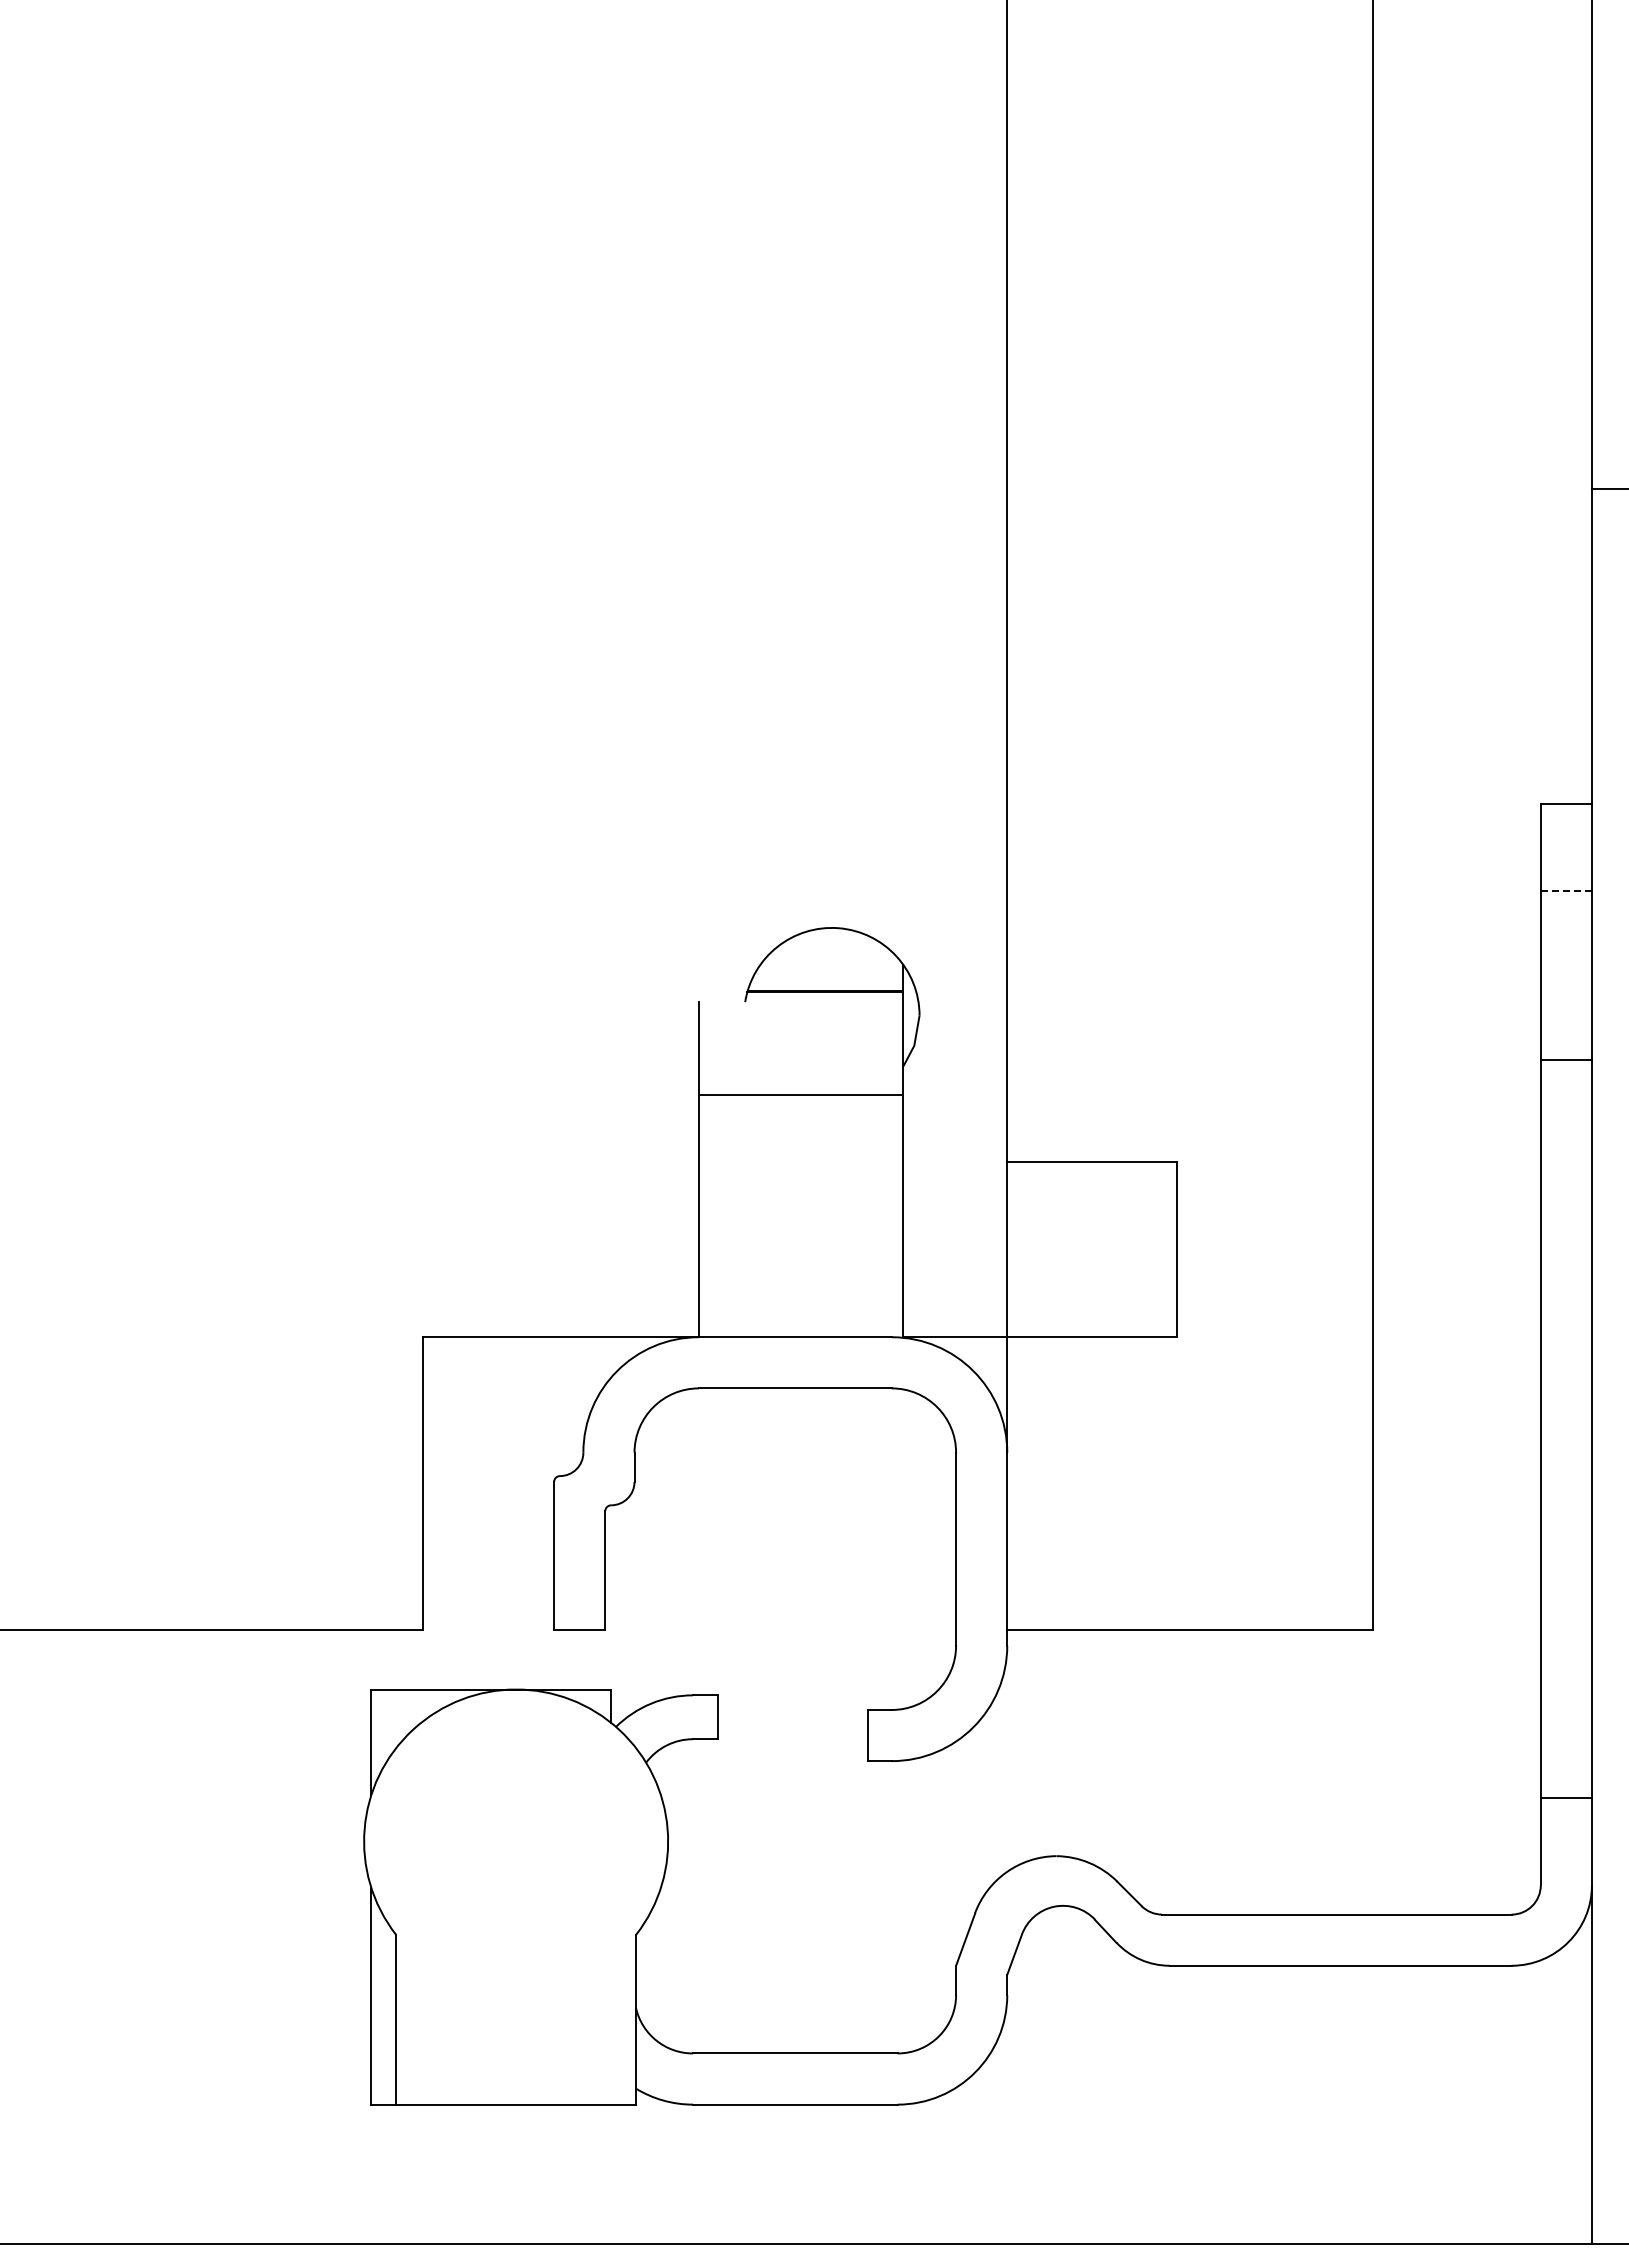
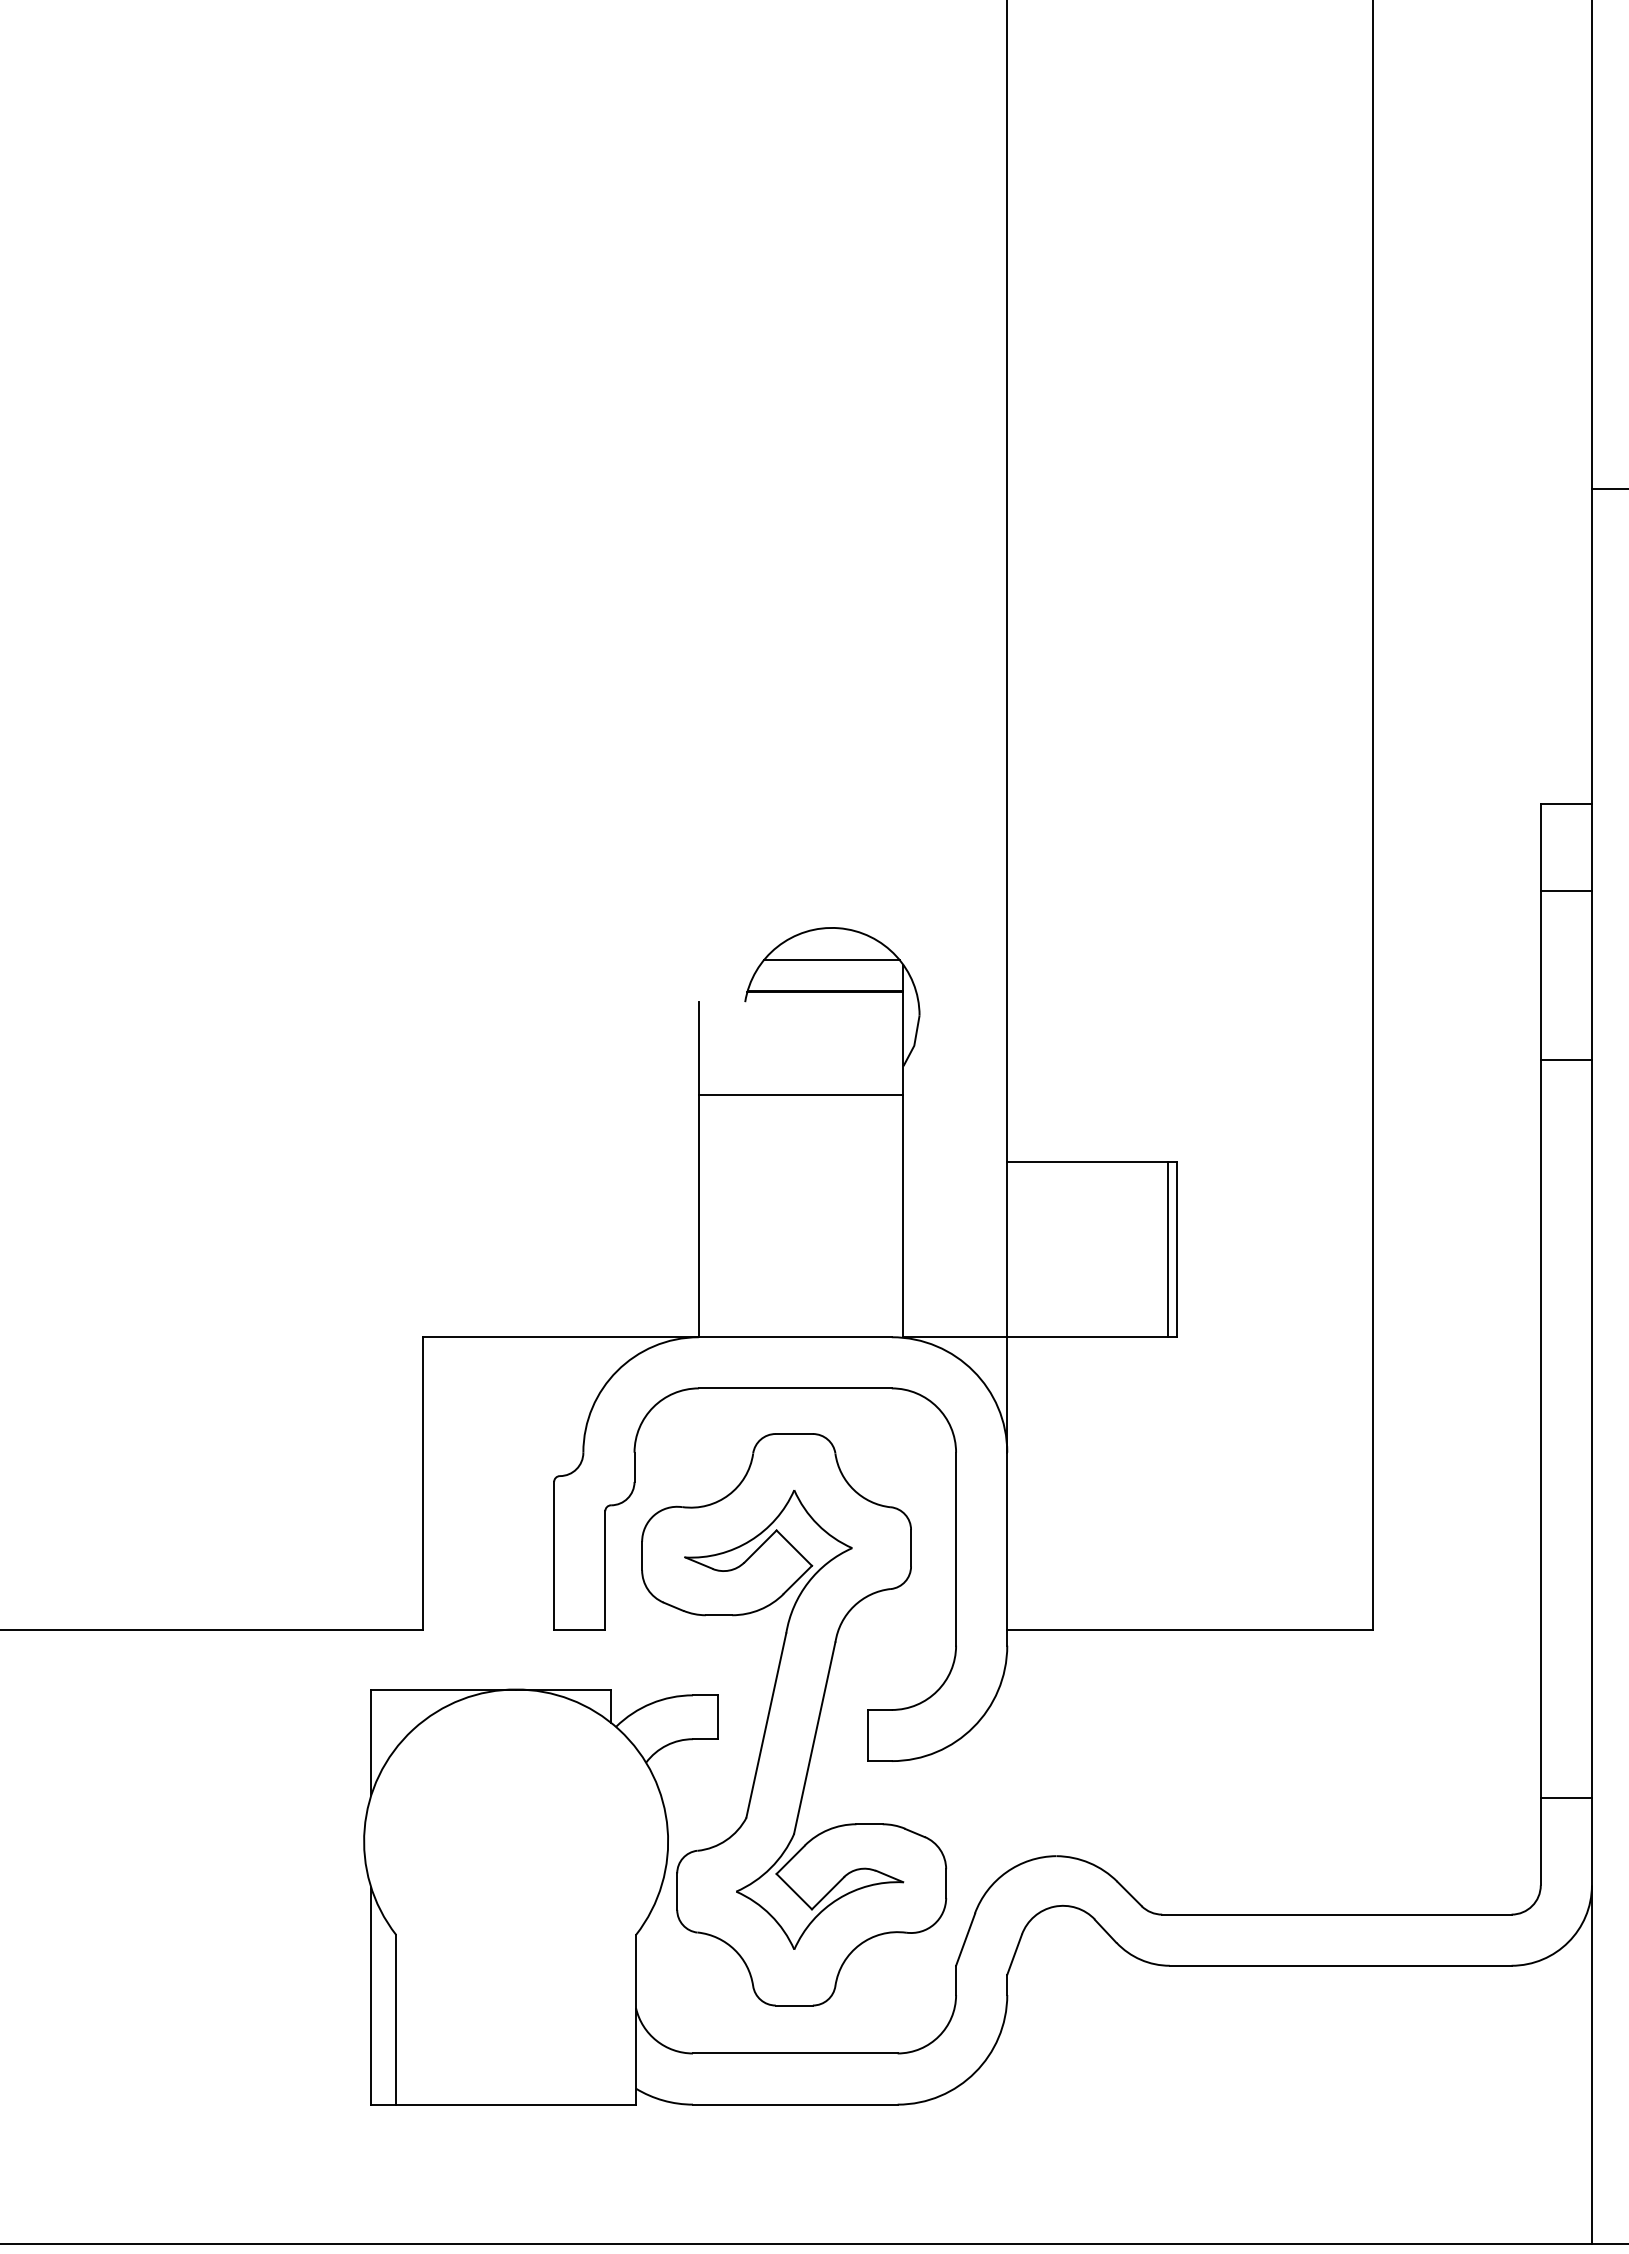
line at (1566, 891): dashed -> solid
line at (831, 960): none -> present
line at (1168, 1249): none -> present
part at (794, 1719): none -> present
